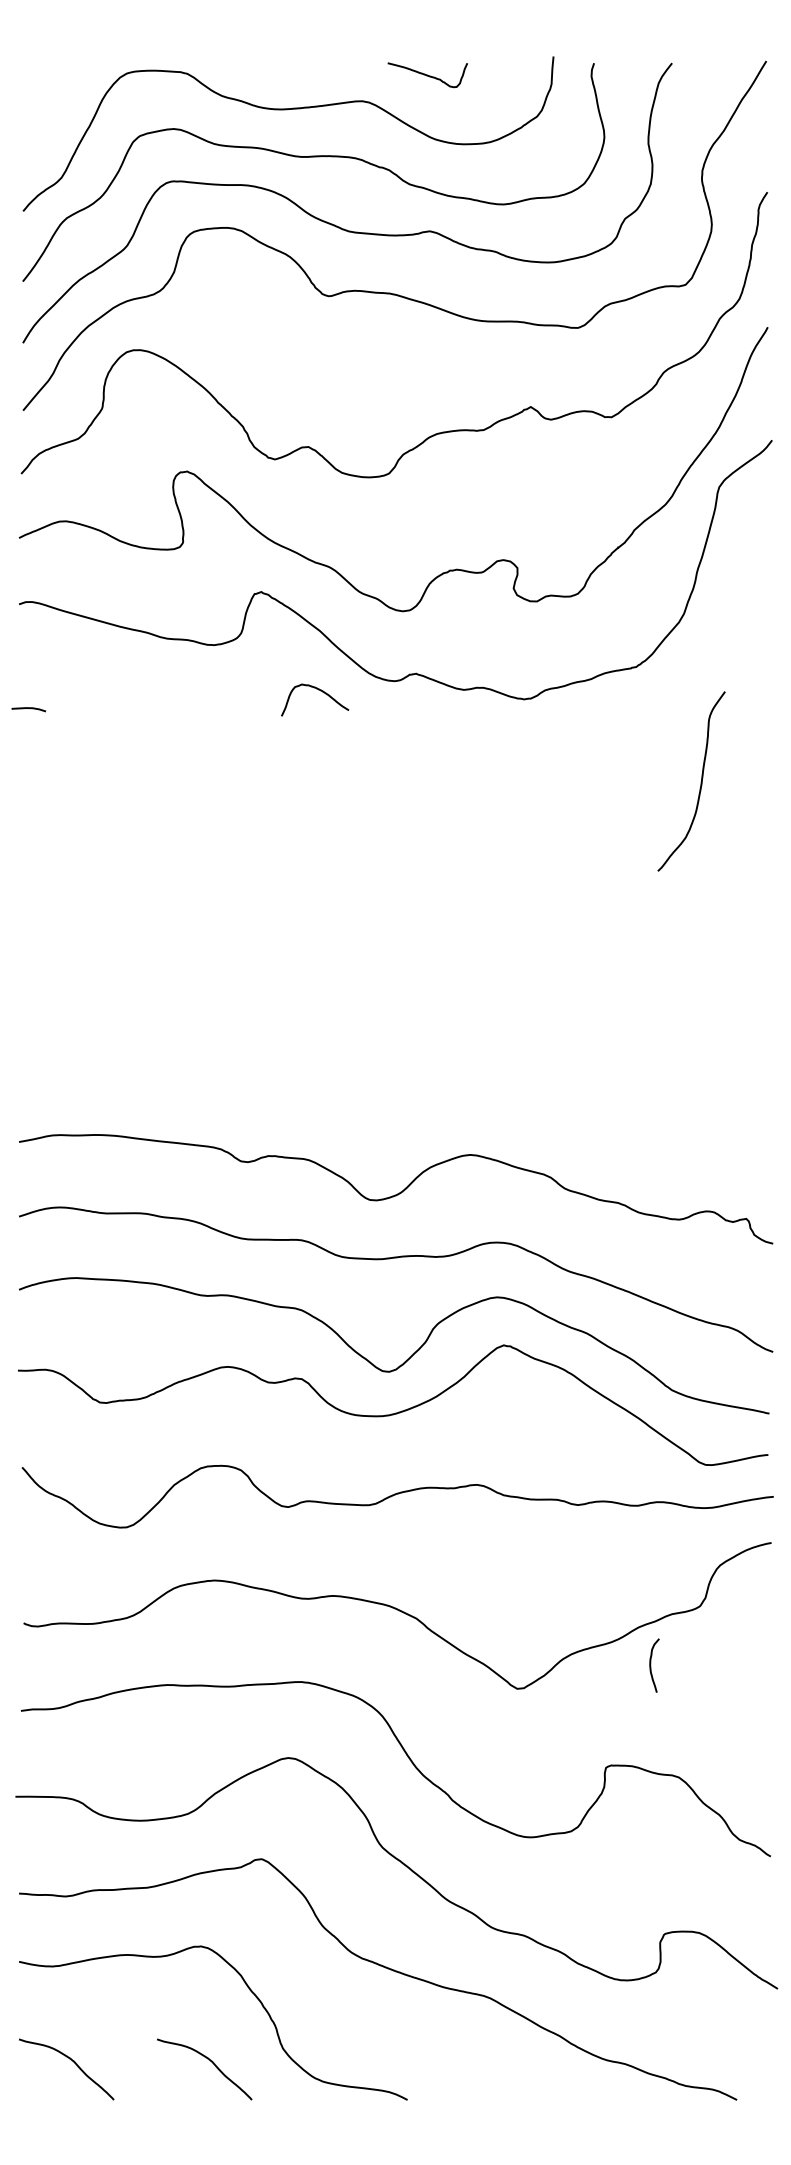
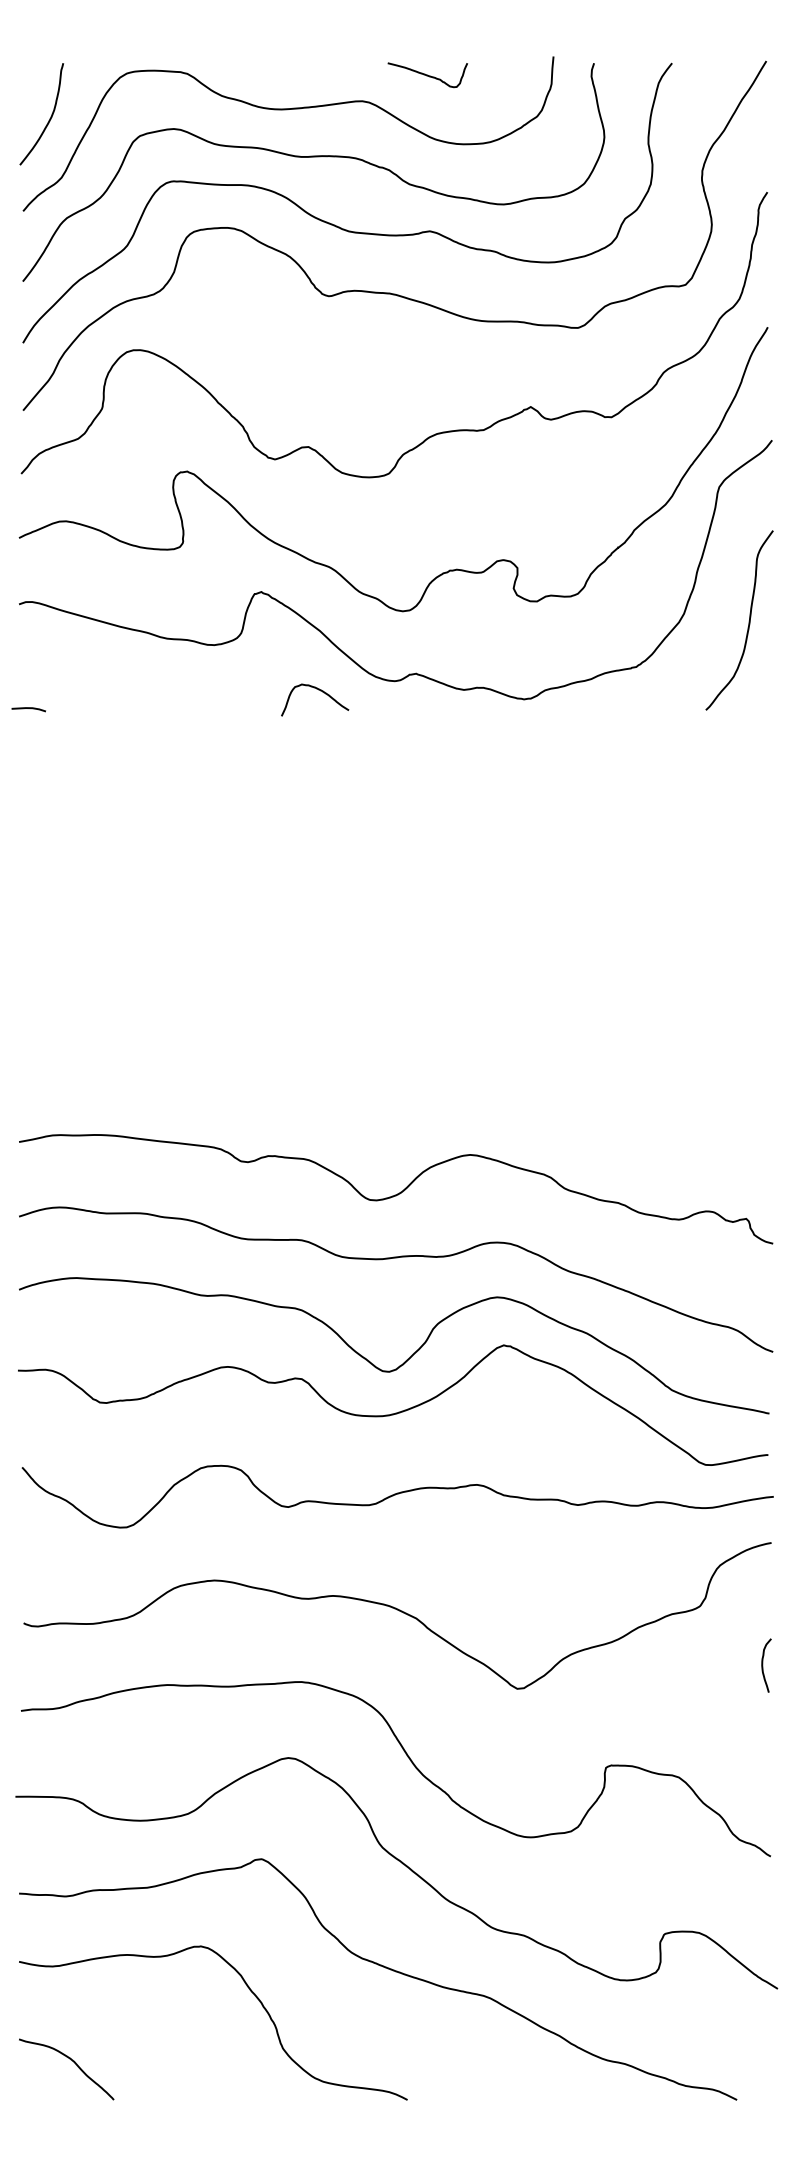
curve at (49, 118): none -> present
curve at (700, 782) position: (700, 782) -> (748, 621)
curve at (651, 1665) position: (651, 1665) -> (763, 1665)
curve at (211, 2062): present -> none
